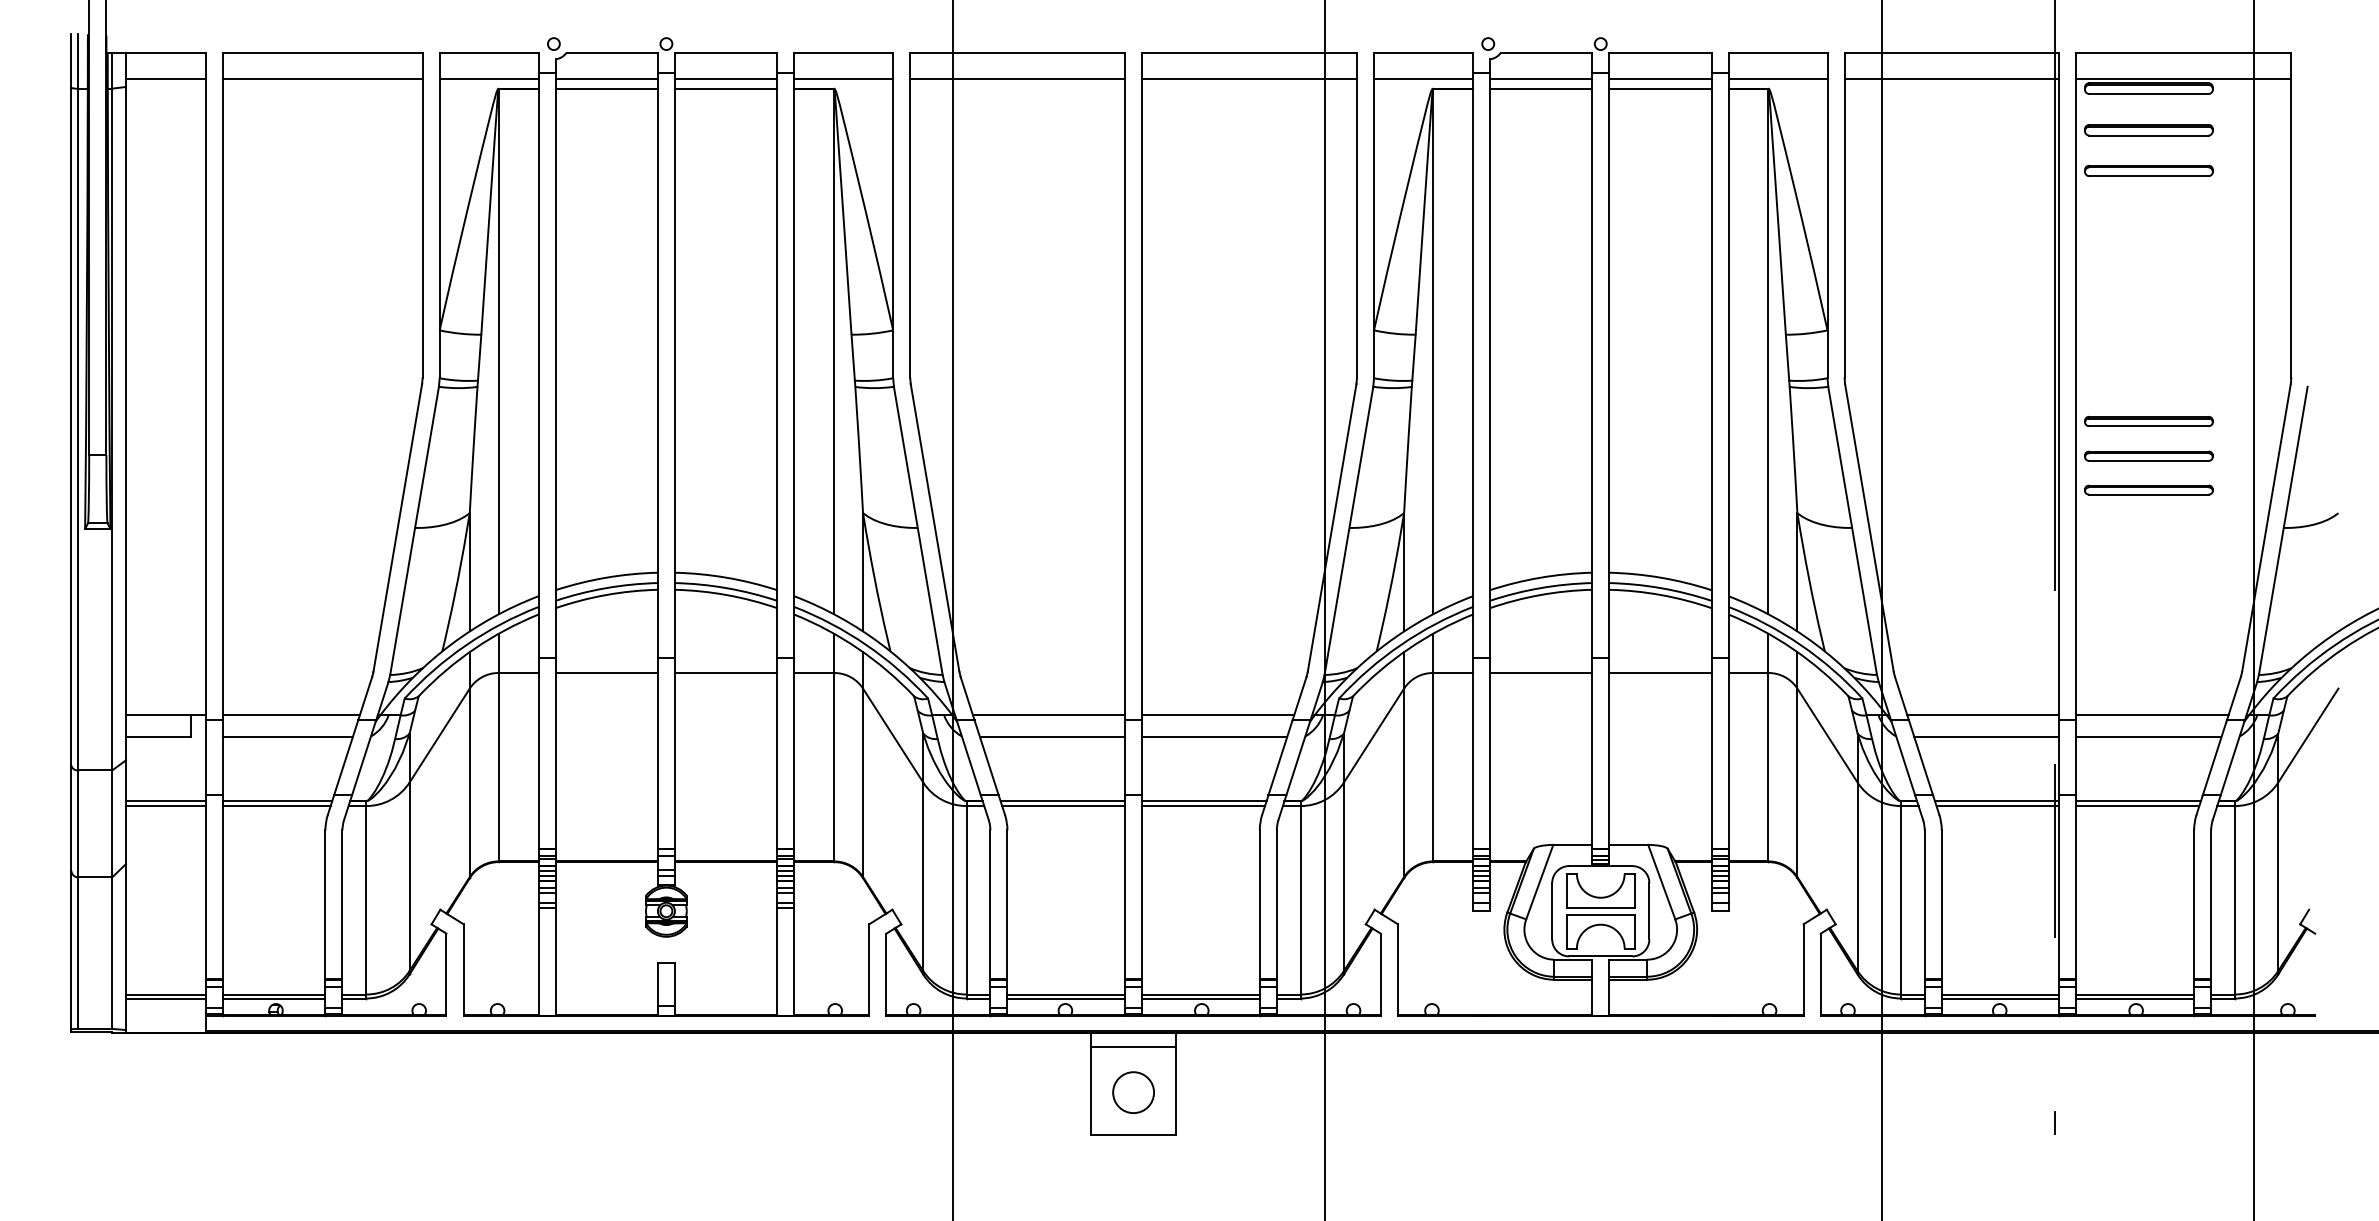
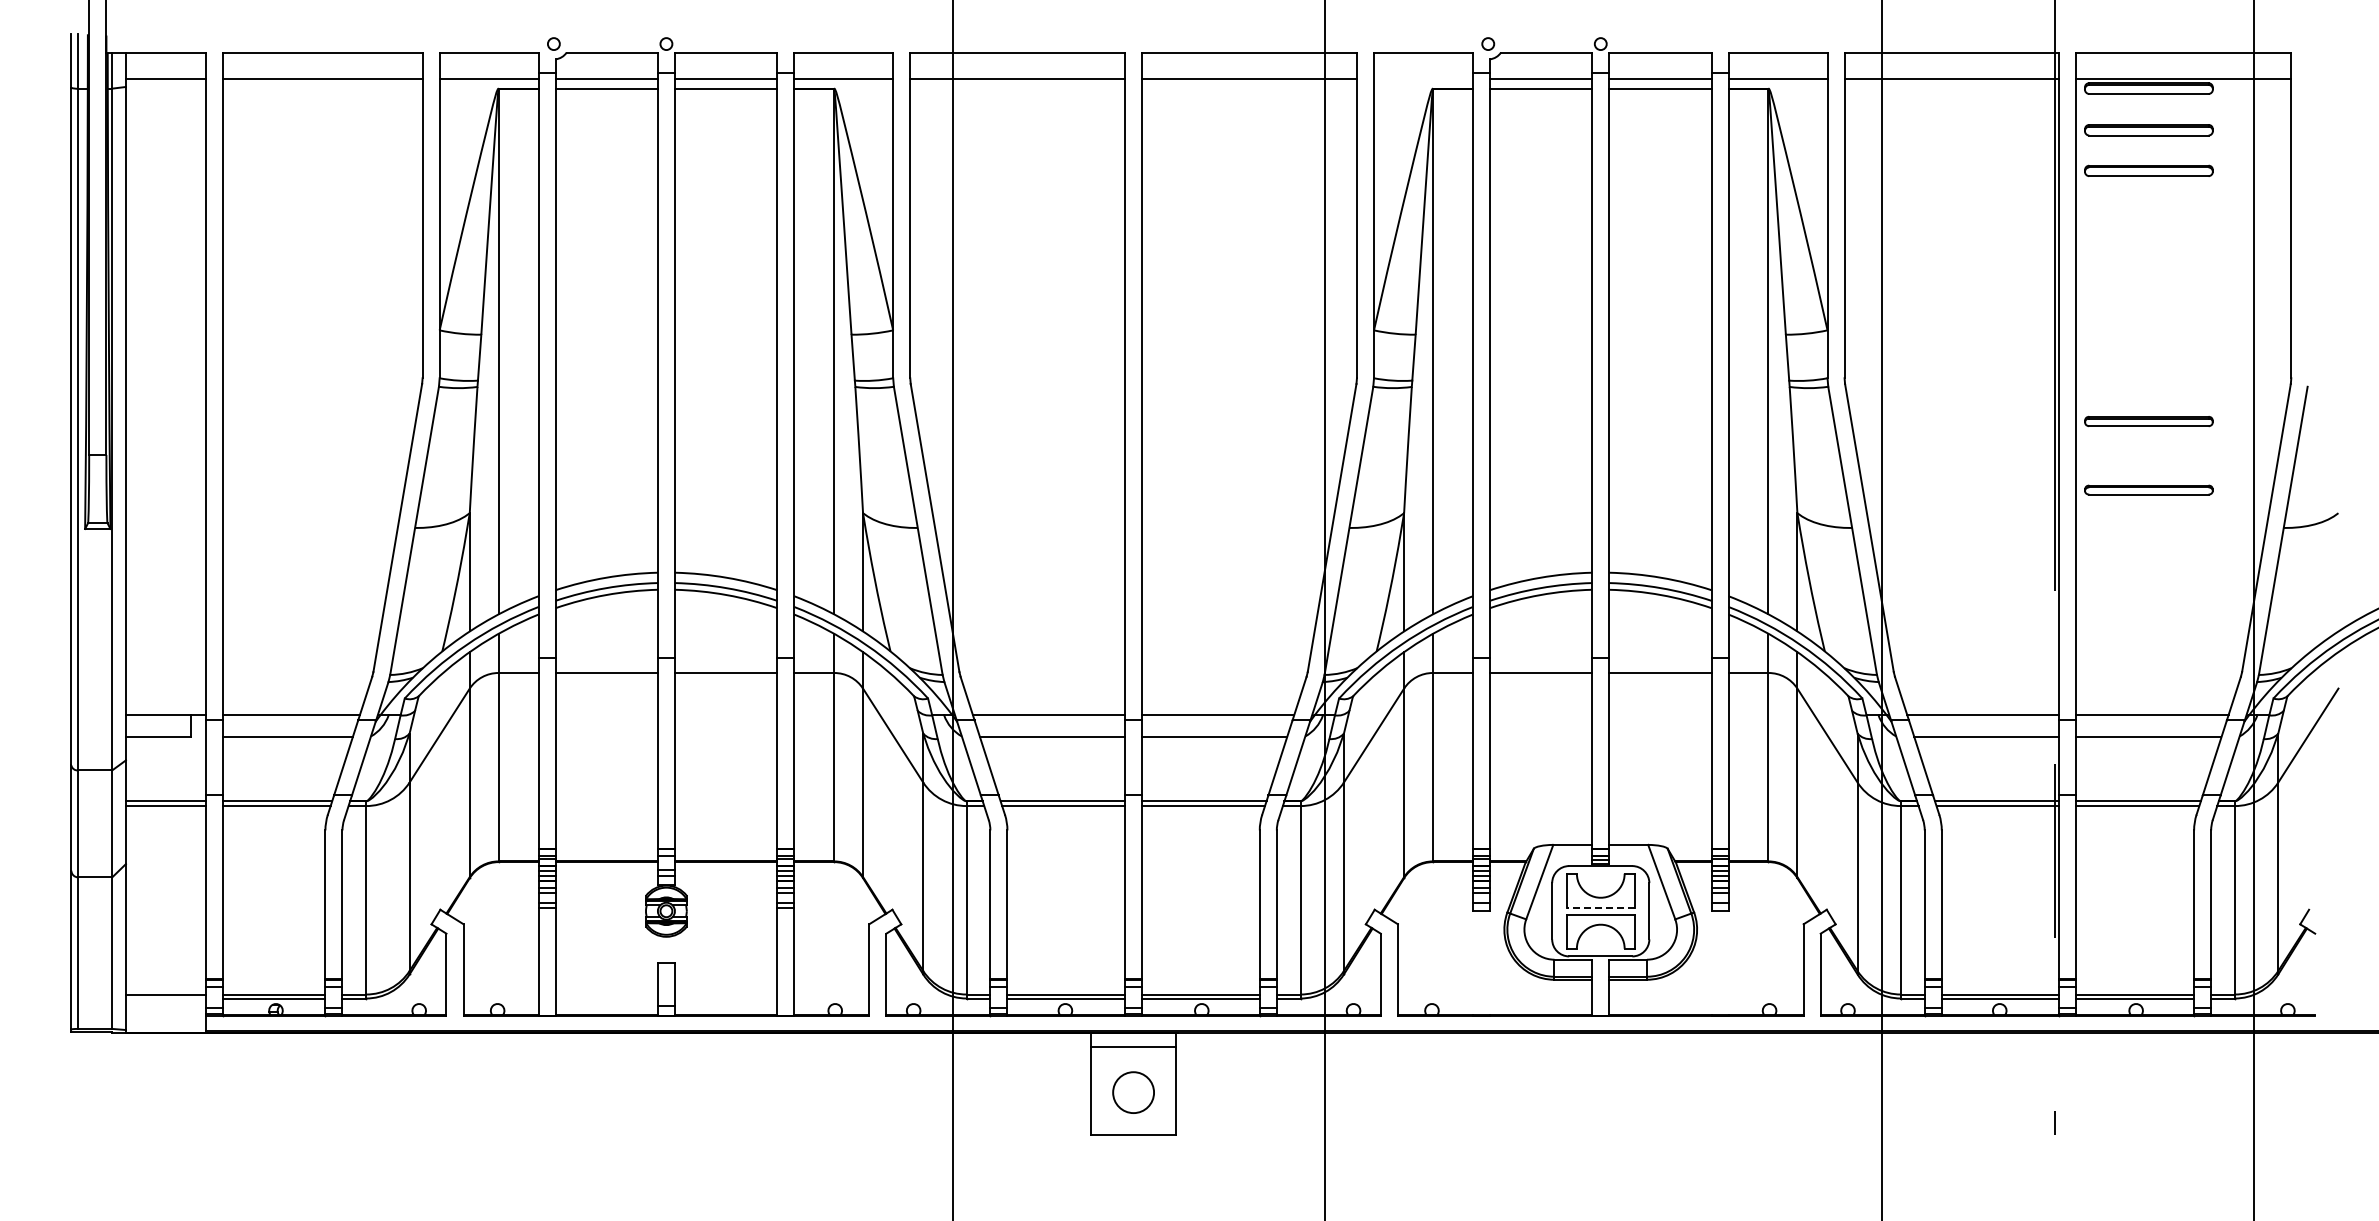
line at (1423, 79): present -> none
part at (2148, 455): present -> none
line at (1600, 907): solid -> dashed
line at (165, 998): present -> none
